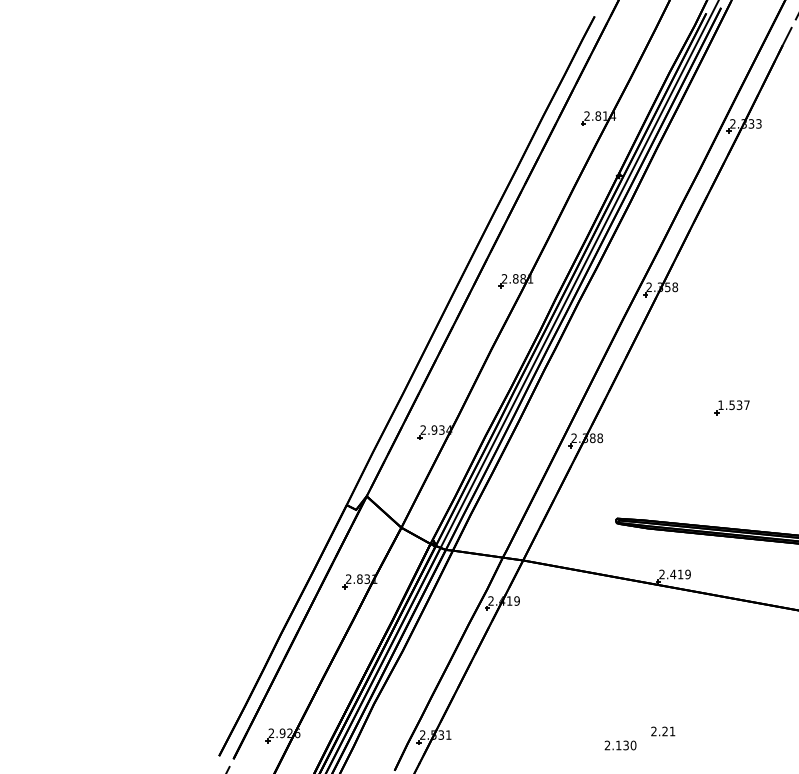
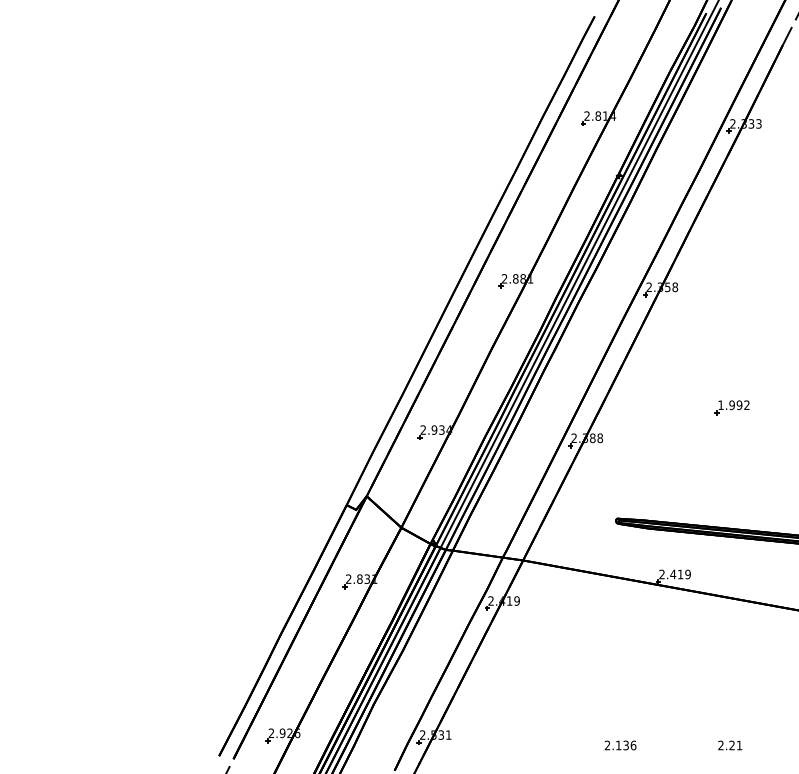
text at (739, 404): 1.537 -> 1.992
text at (663, 731) position: (663, 731) -> (730, 745)
text at (633, 744): 2.130 -> 2.136
